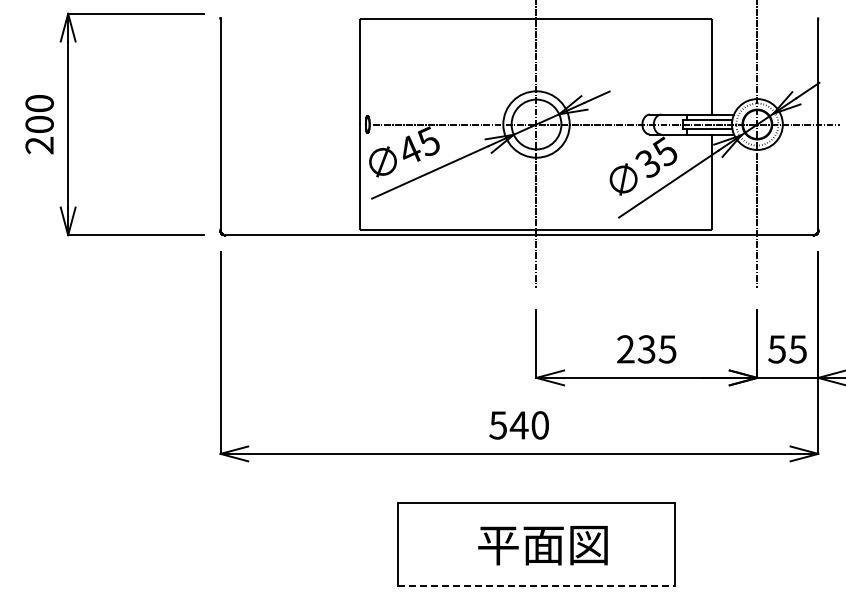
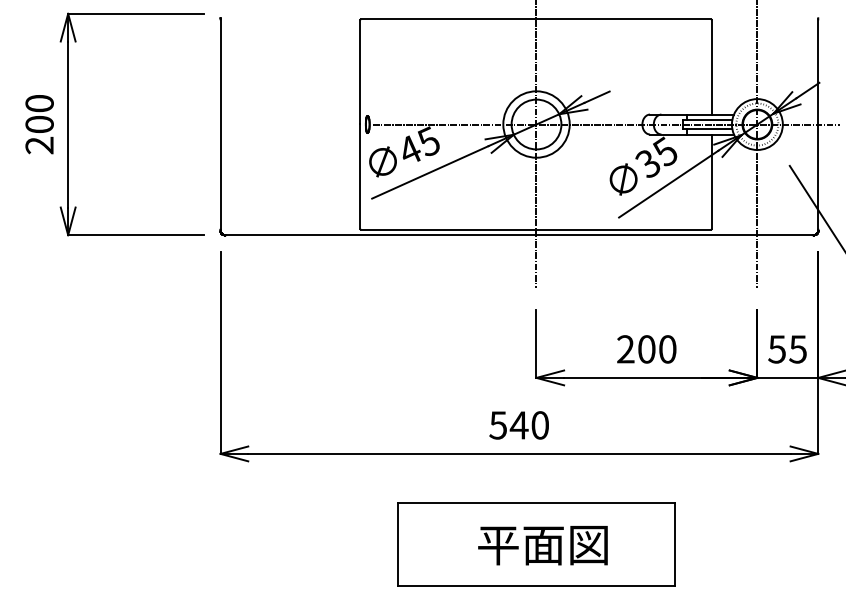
line at (815, 206): none -> present
text at (656, 349): 235 -> 200
line at (536, 585): dashed -> solid
